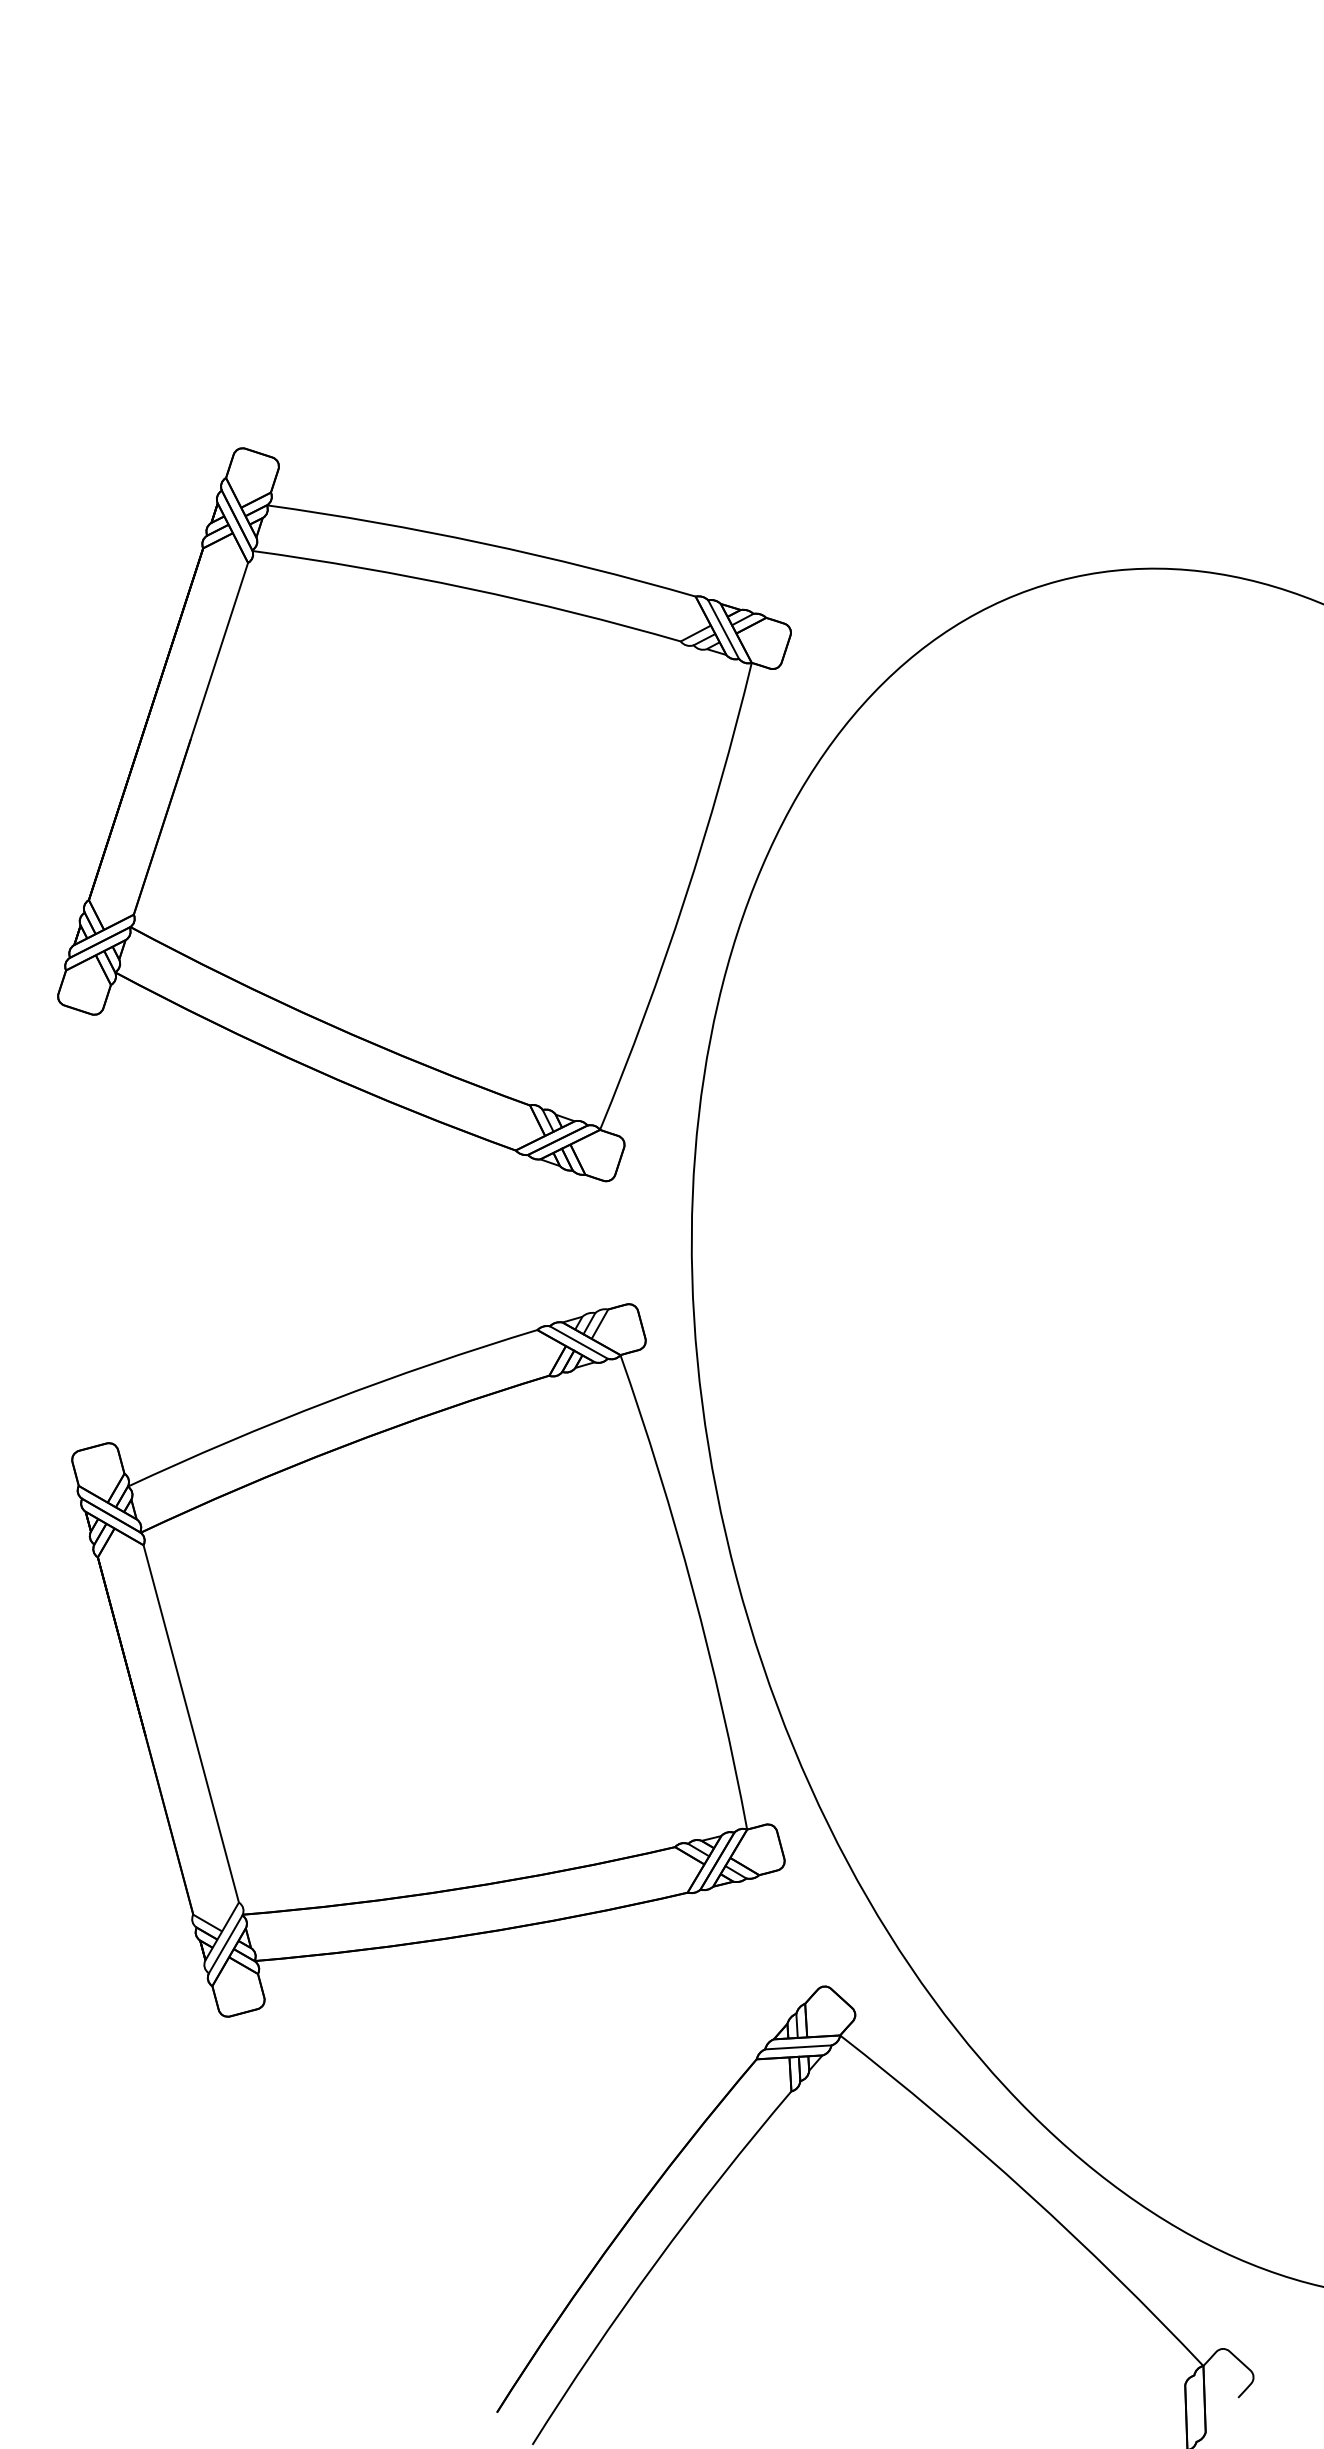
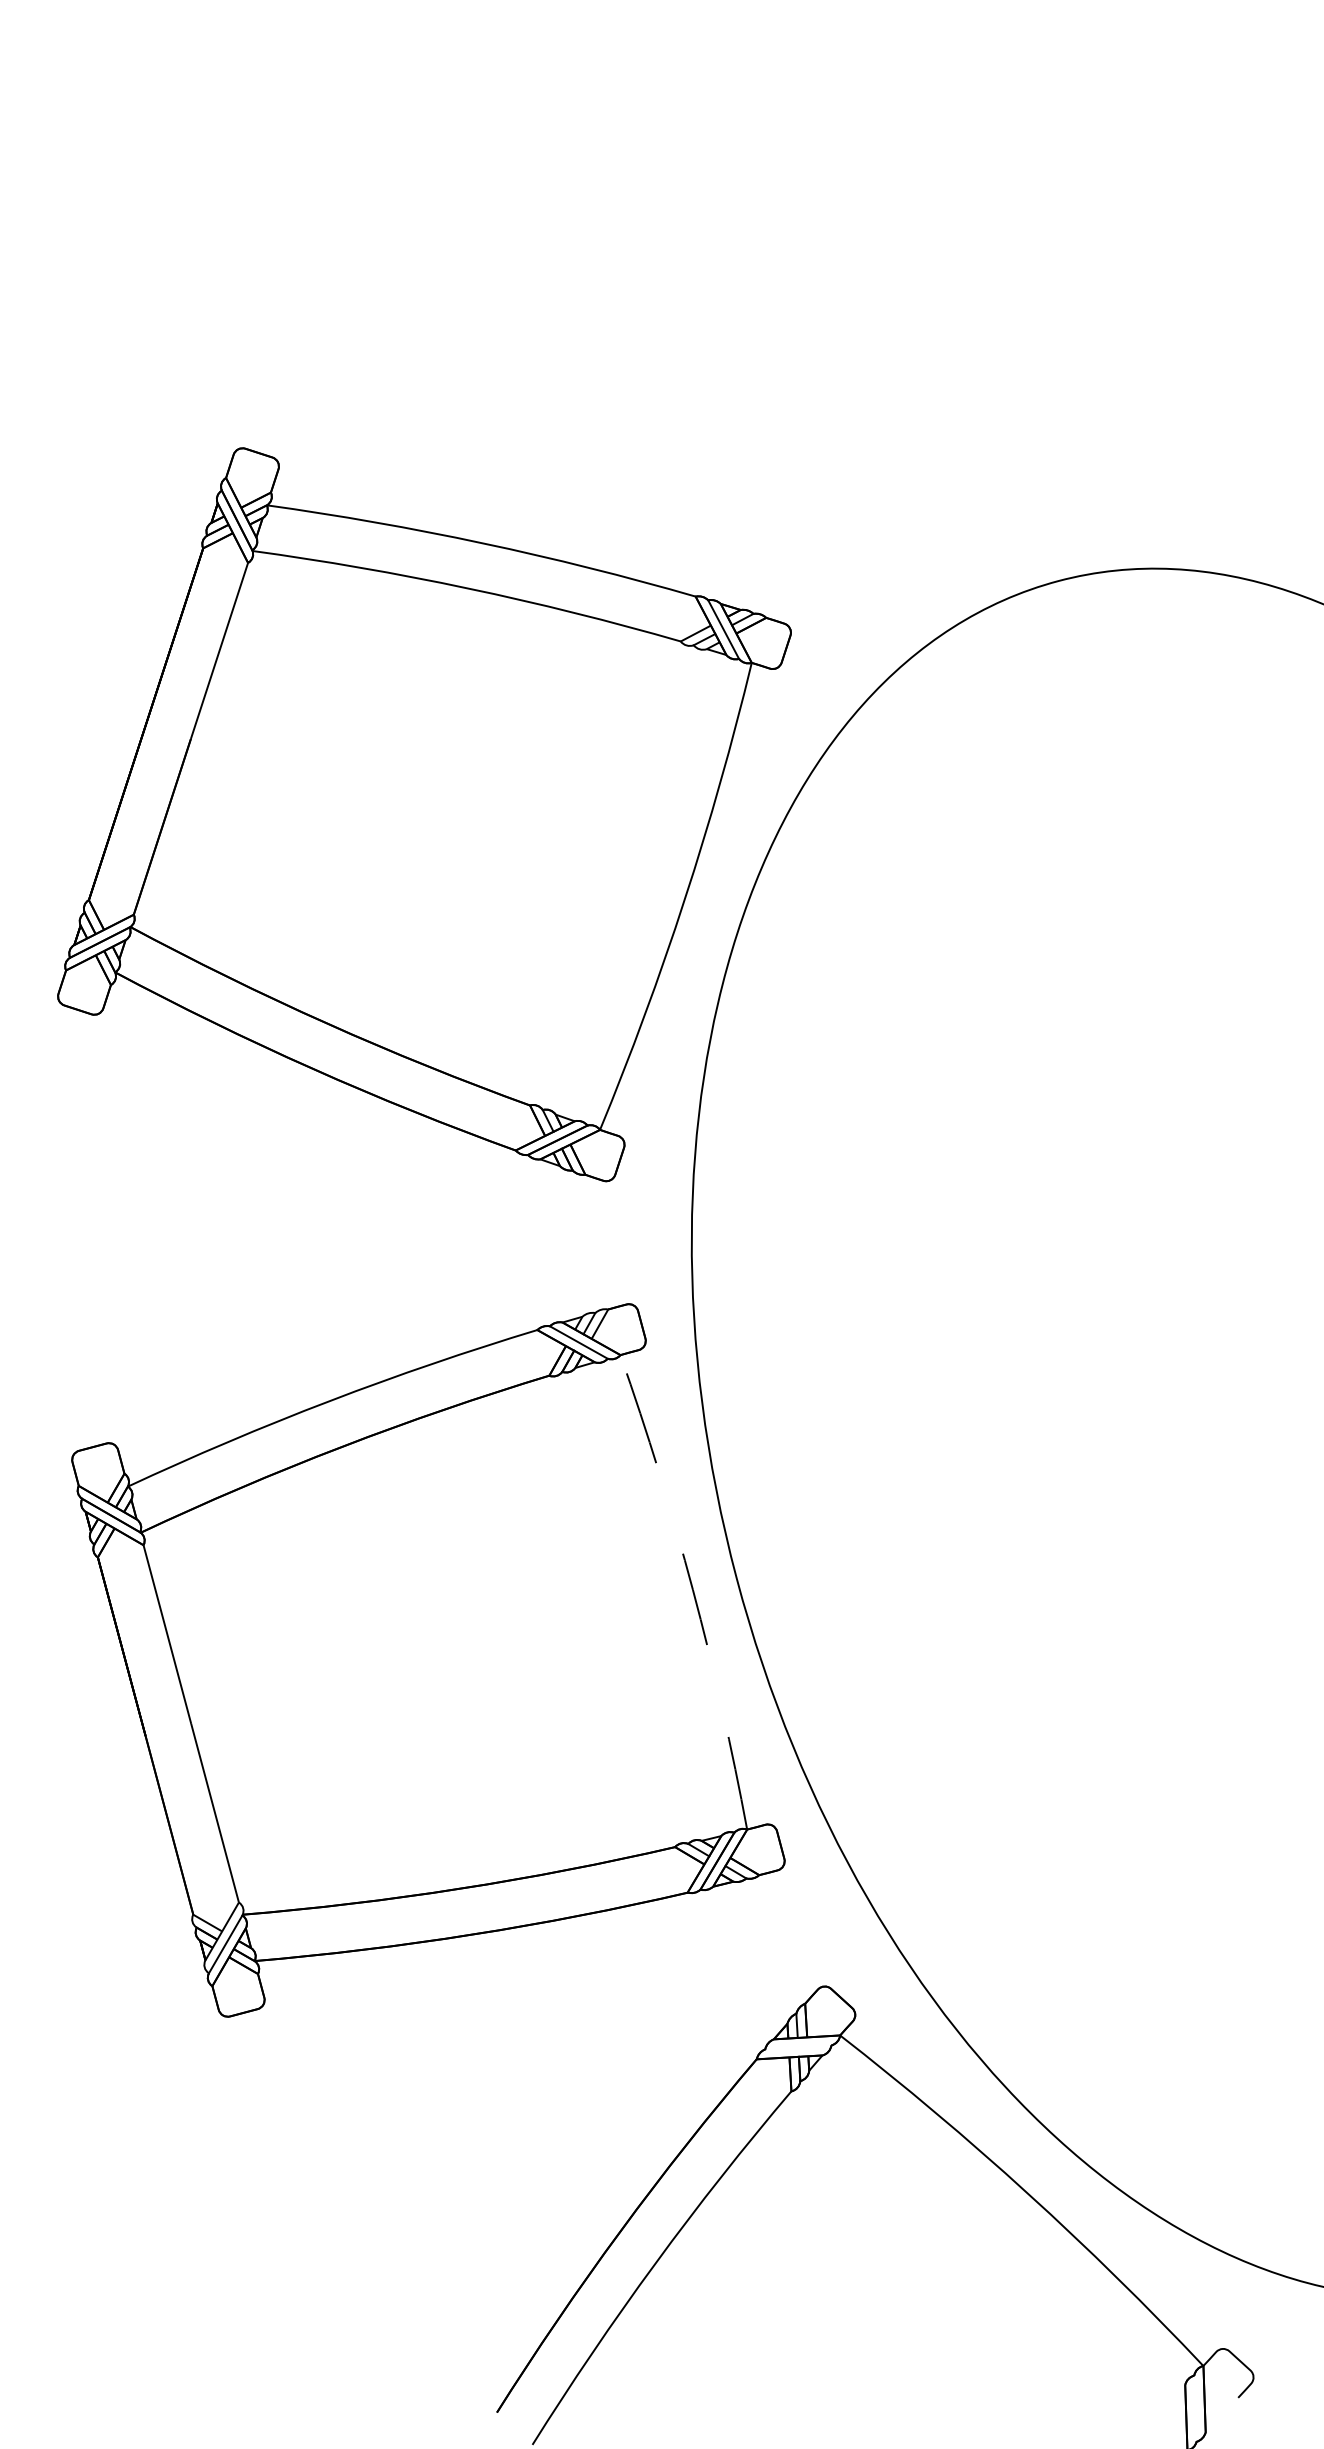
arc at (692, 1589): solid -> dashed
line at (798, 2047): present -> none
